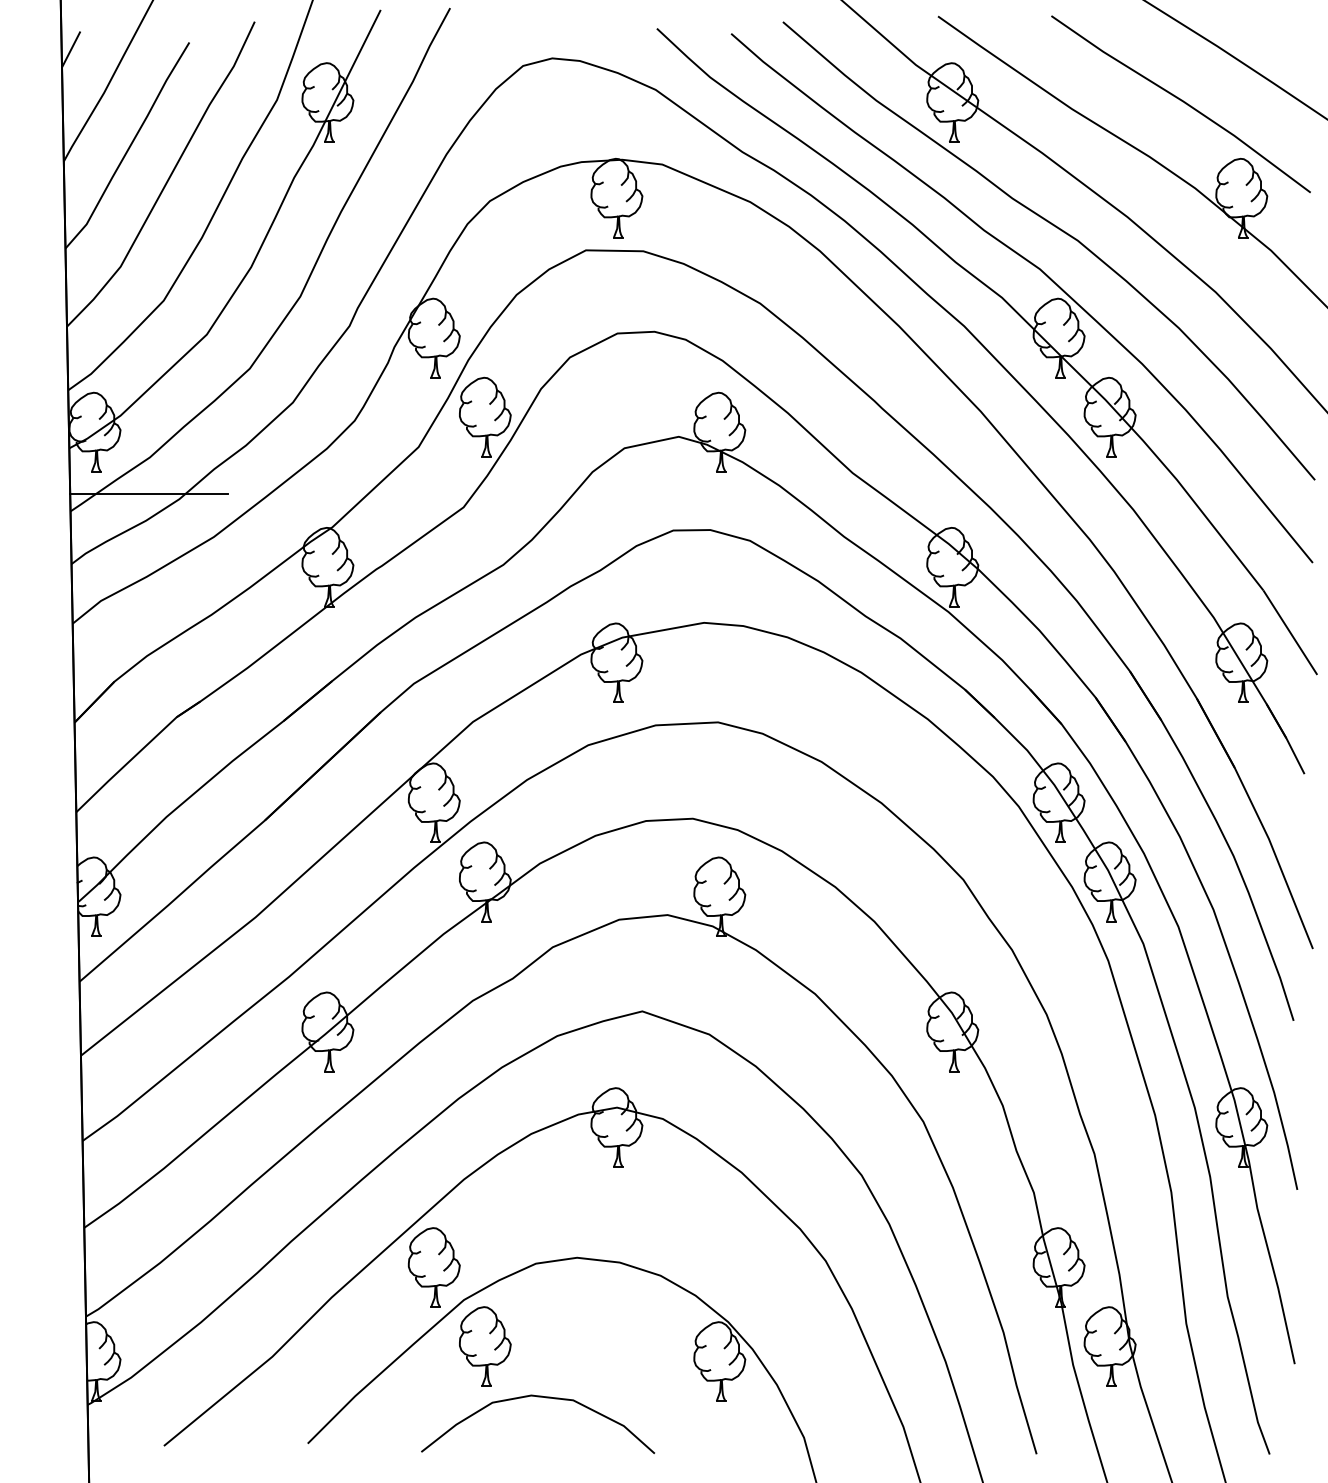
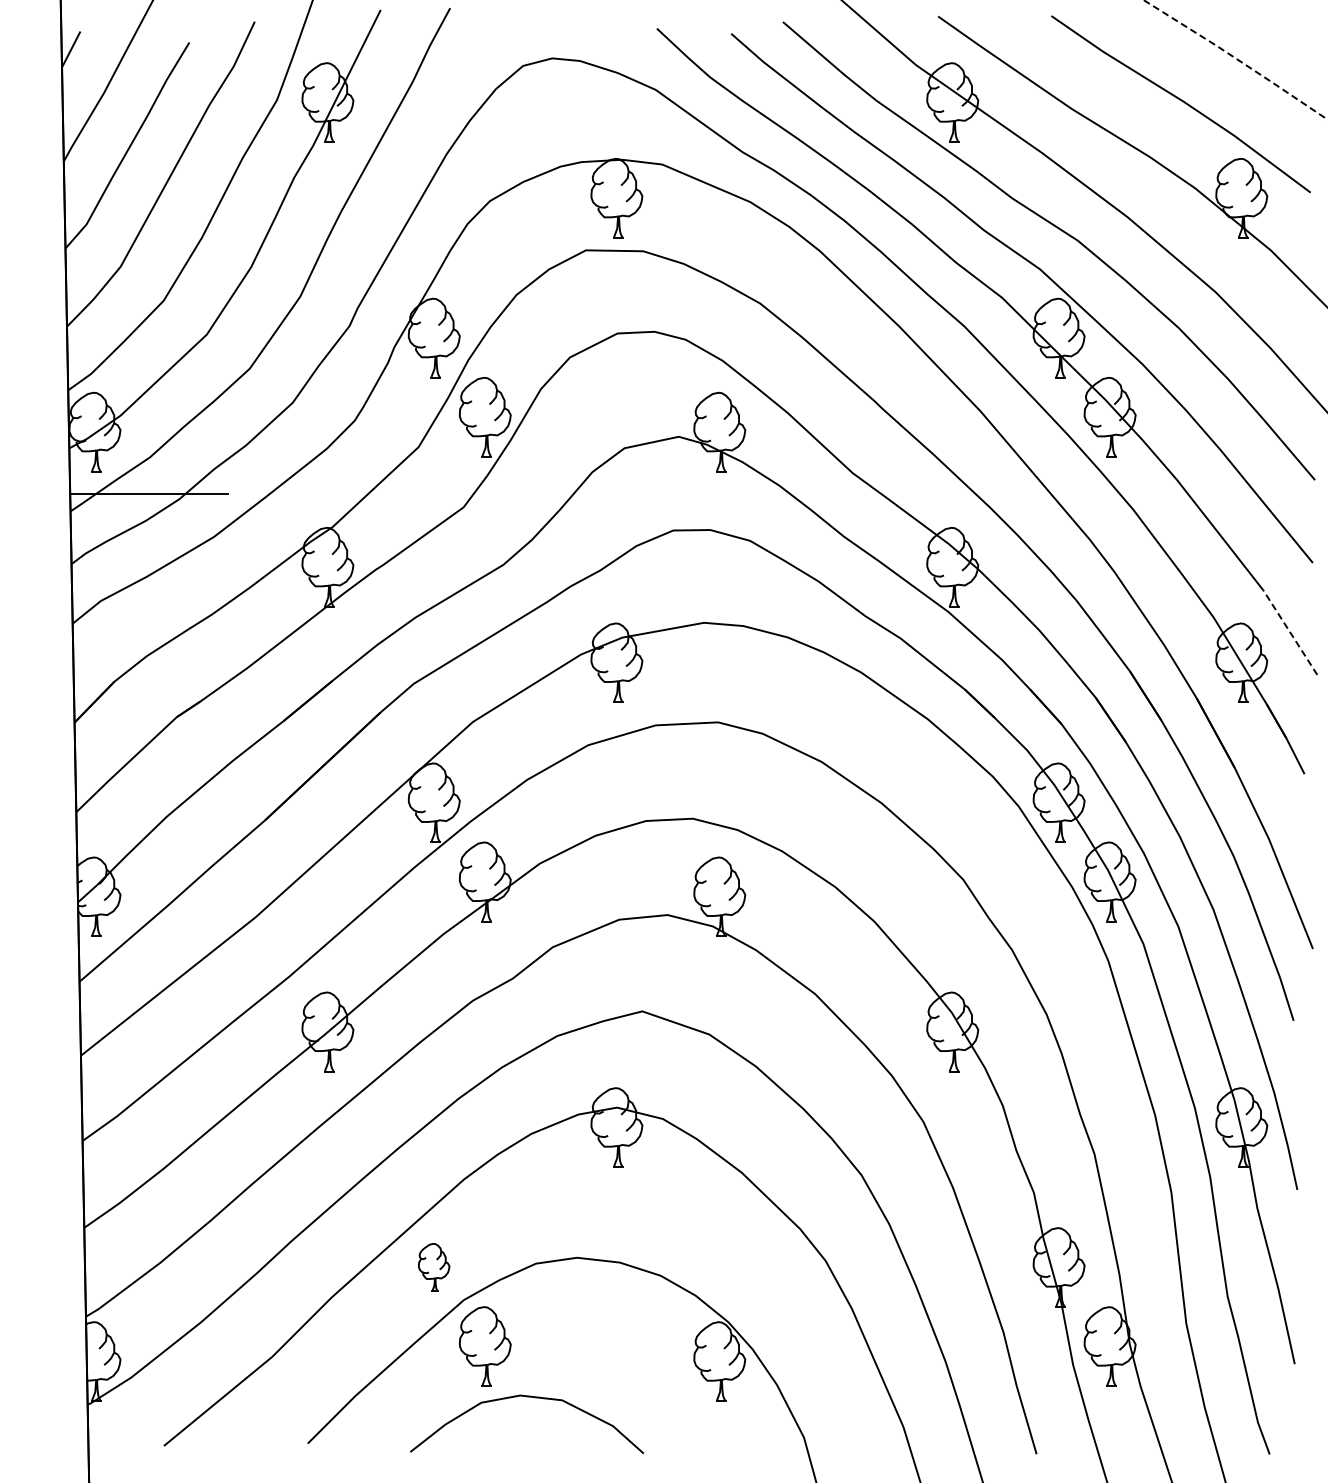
line at (1237, 59): solid -> dashed
line at (1290, 632): solid -> dashed
part at (433, 1267) size: 54x81 px -> 33x49 px
curve at (545, 1398) position: (545, 1398) -> (534, 1398)
